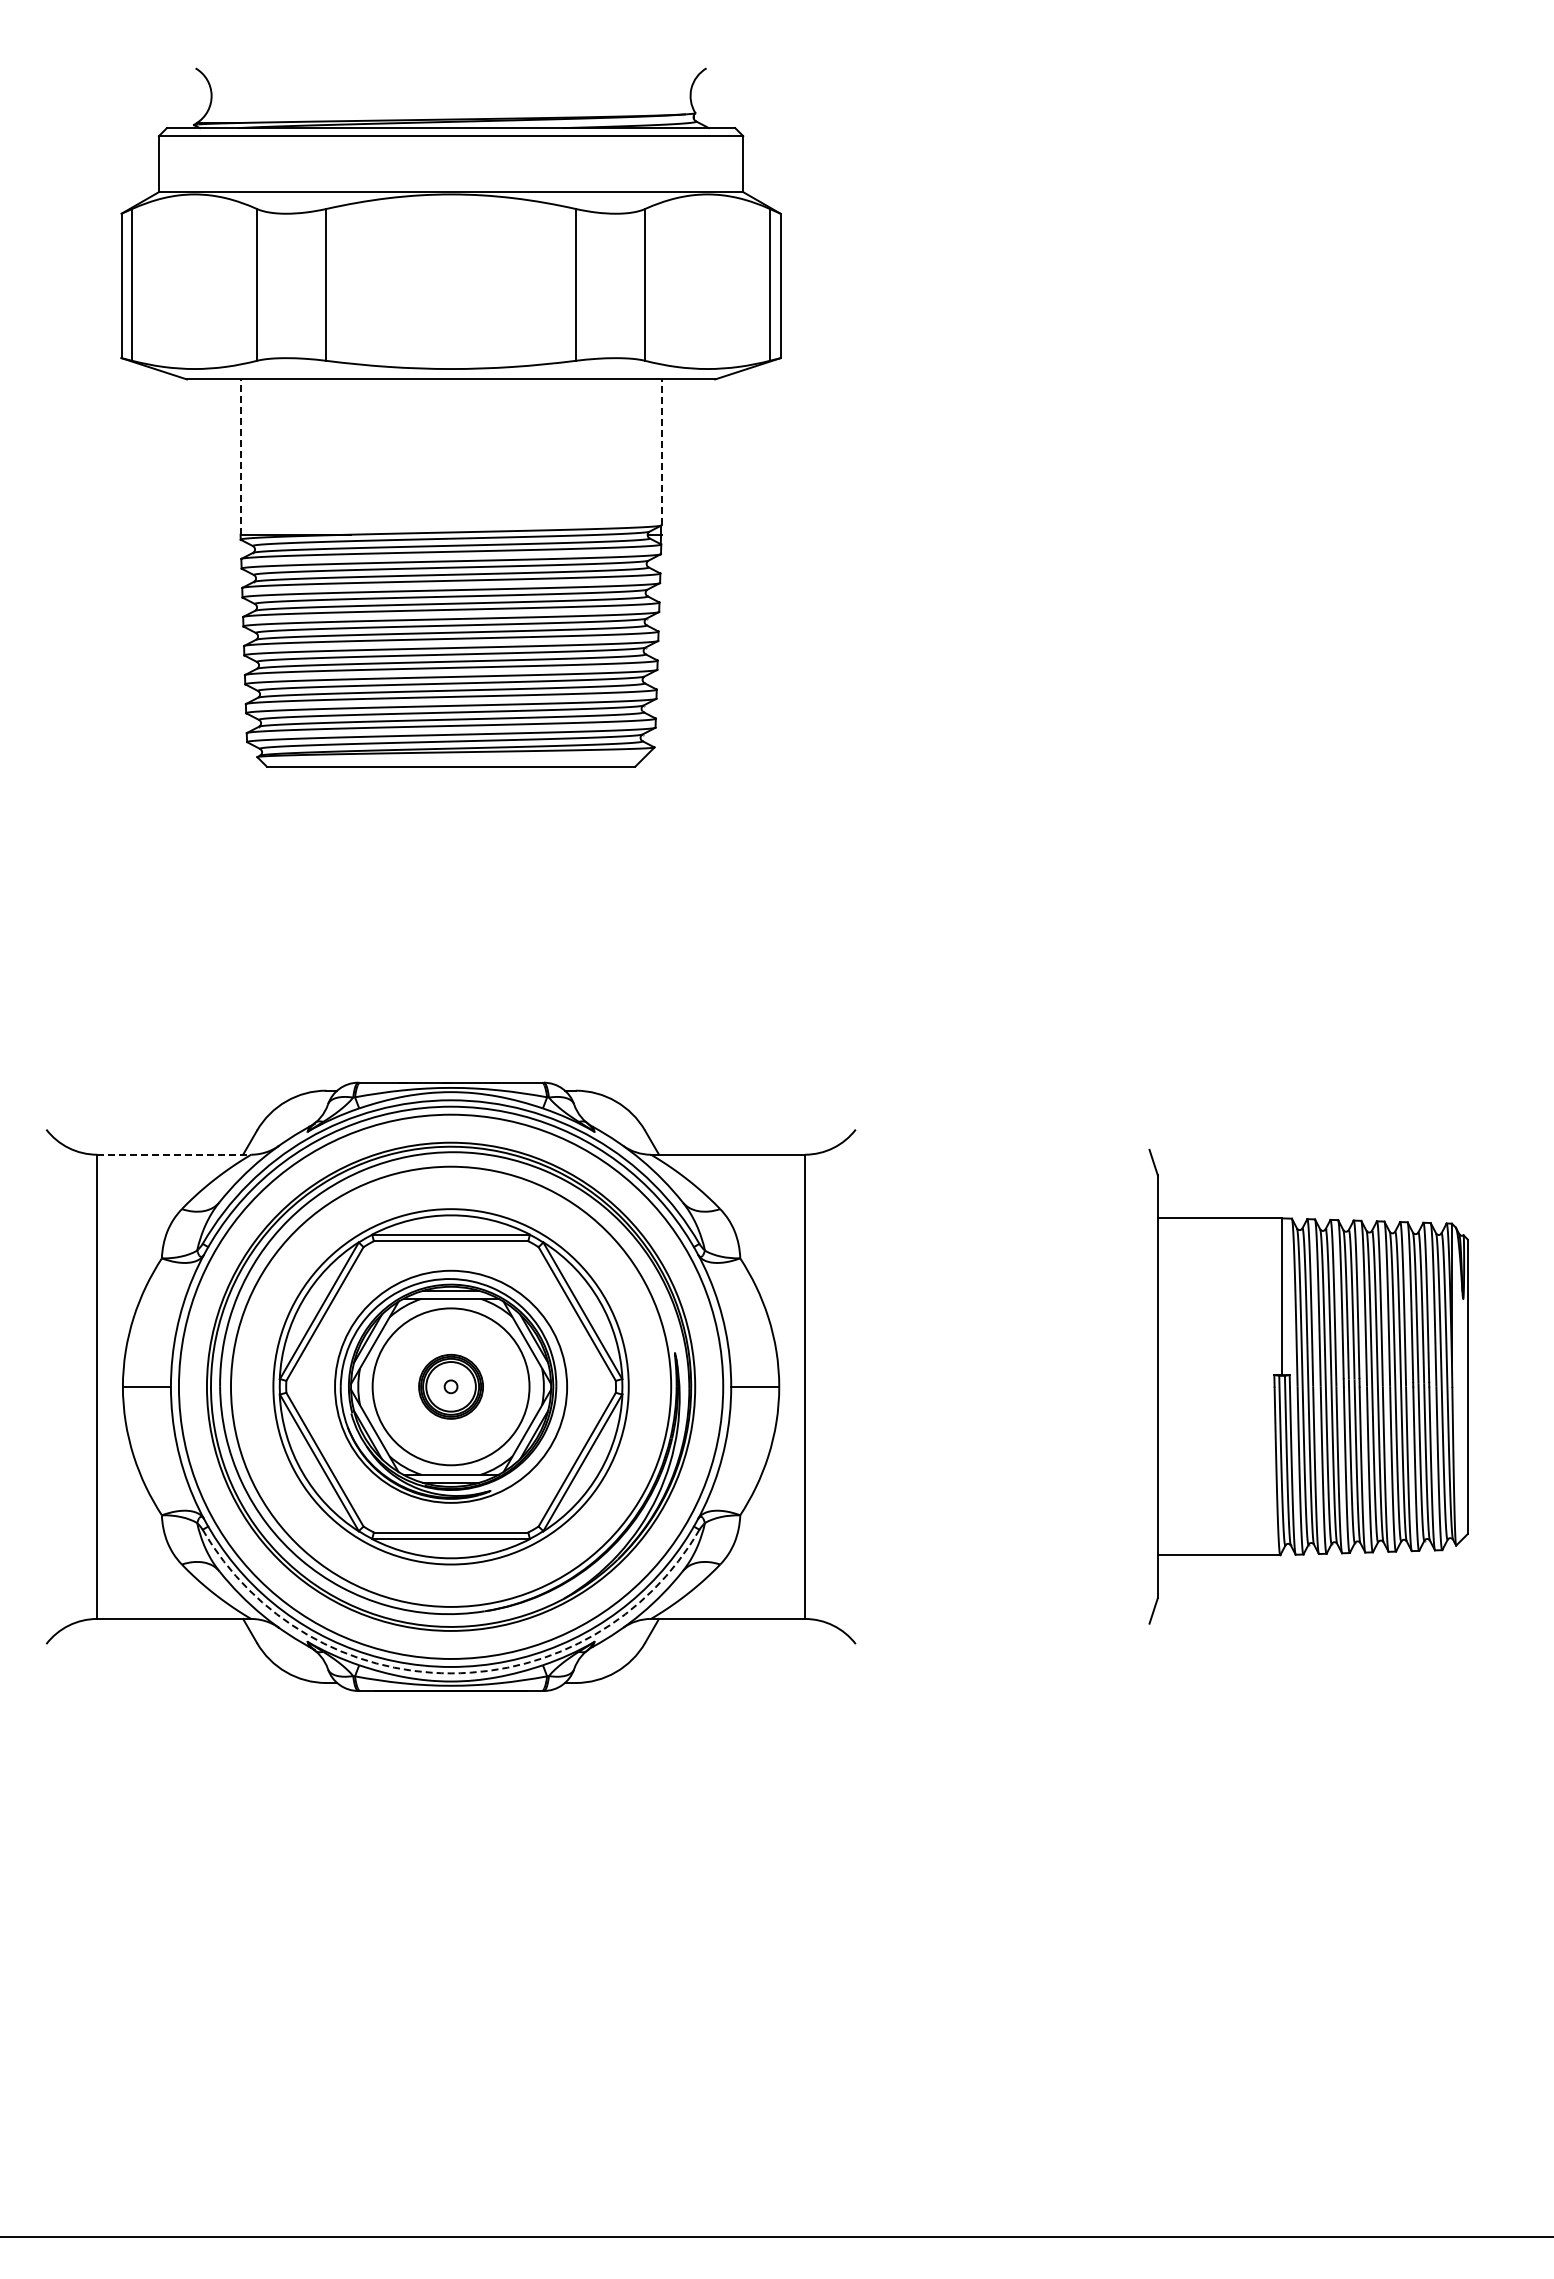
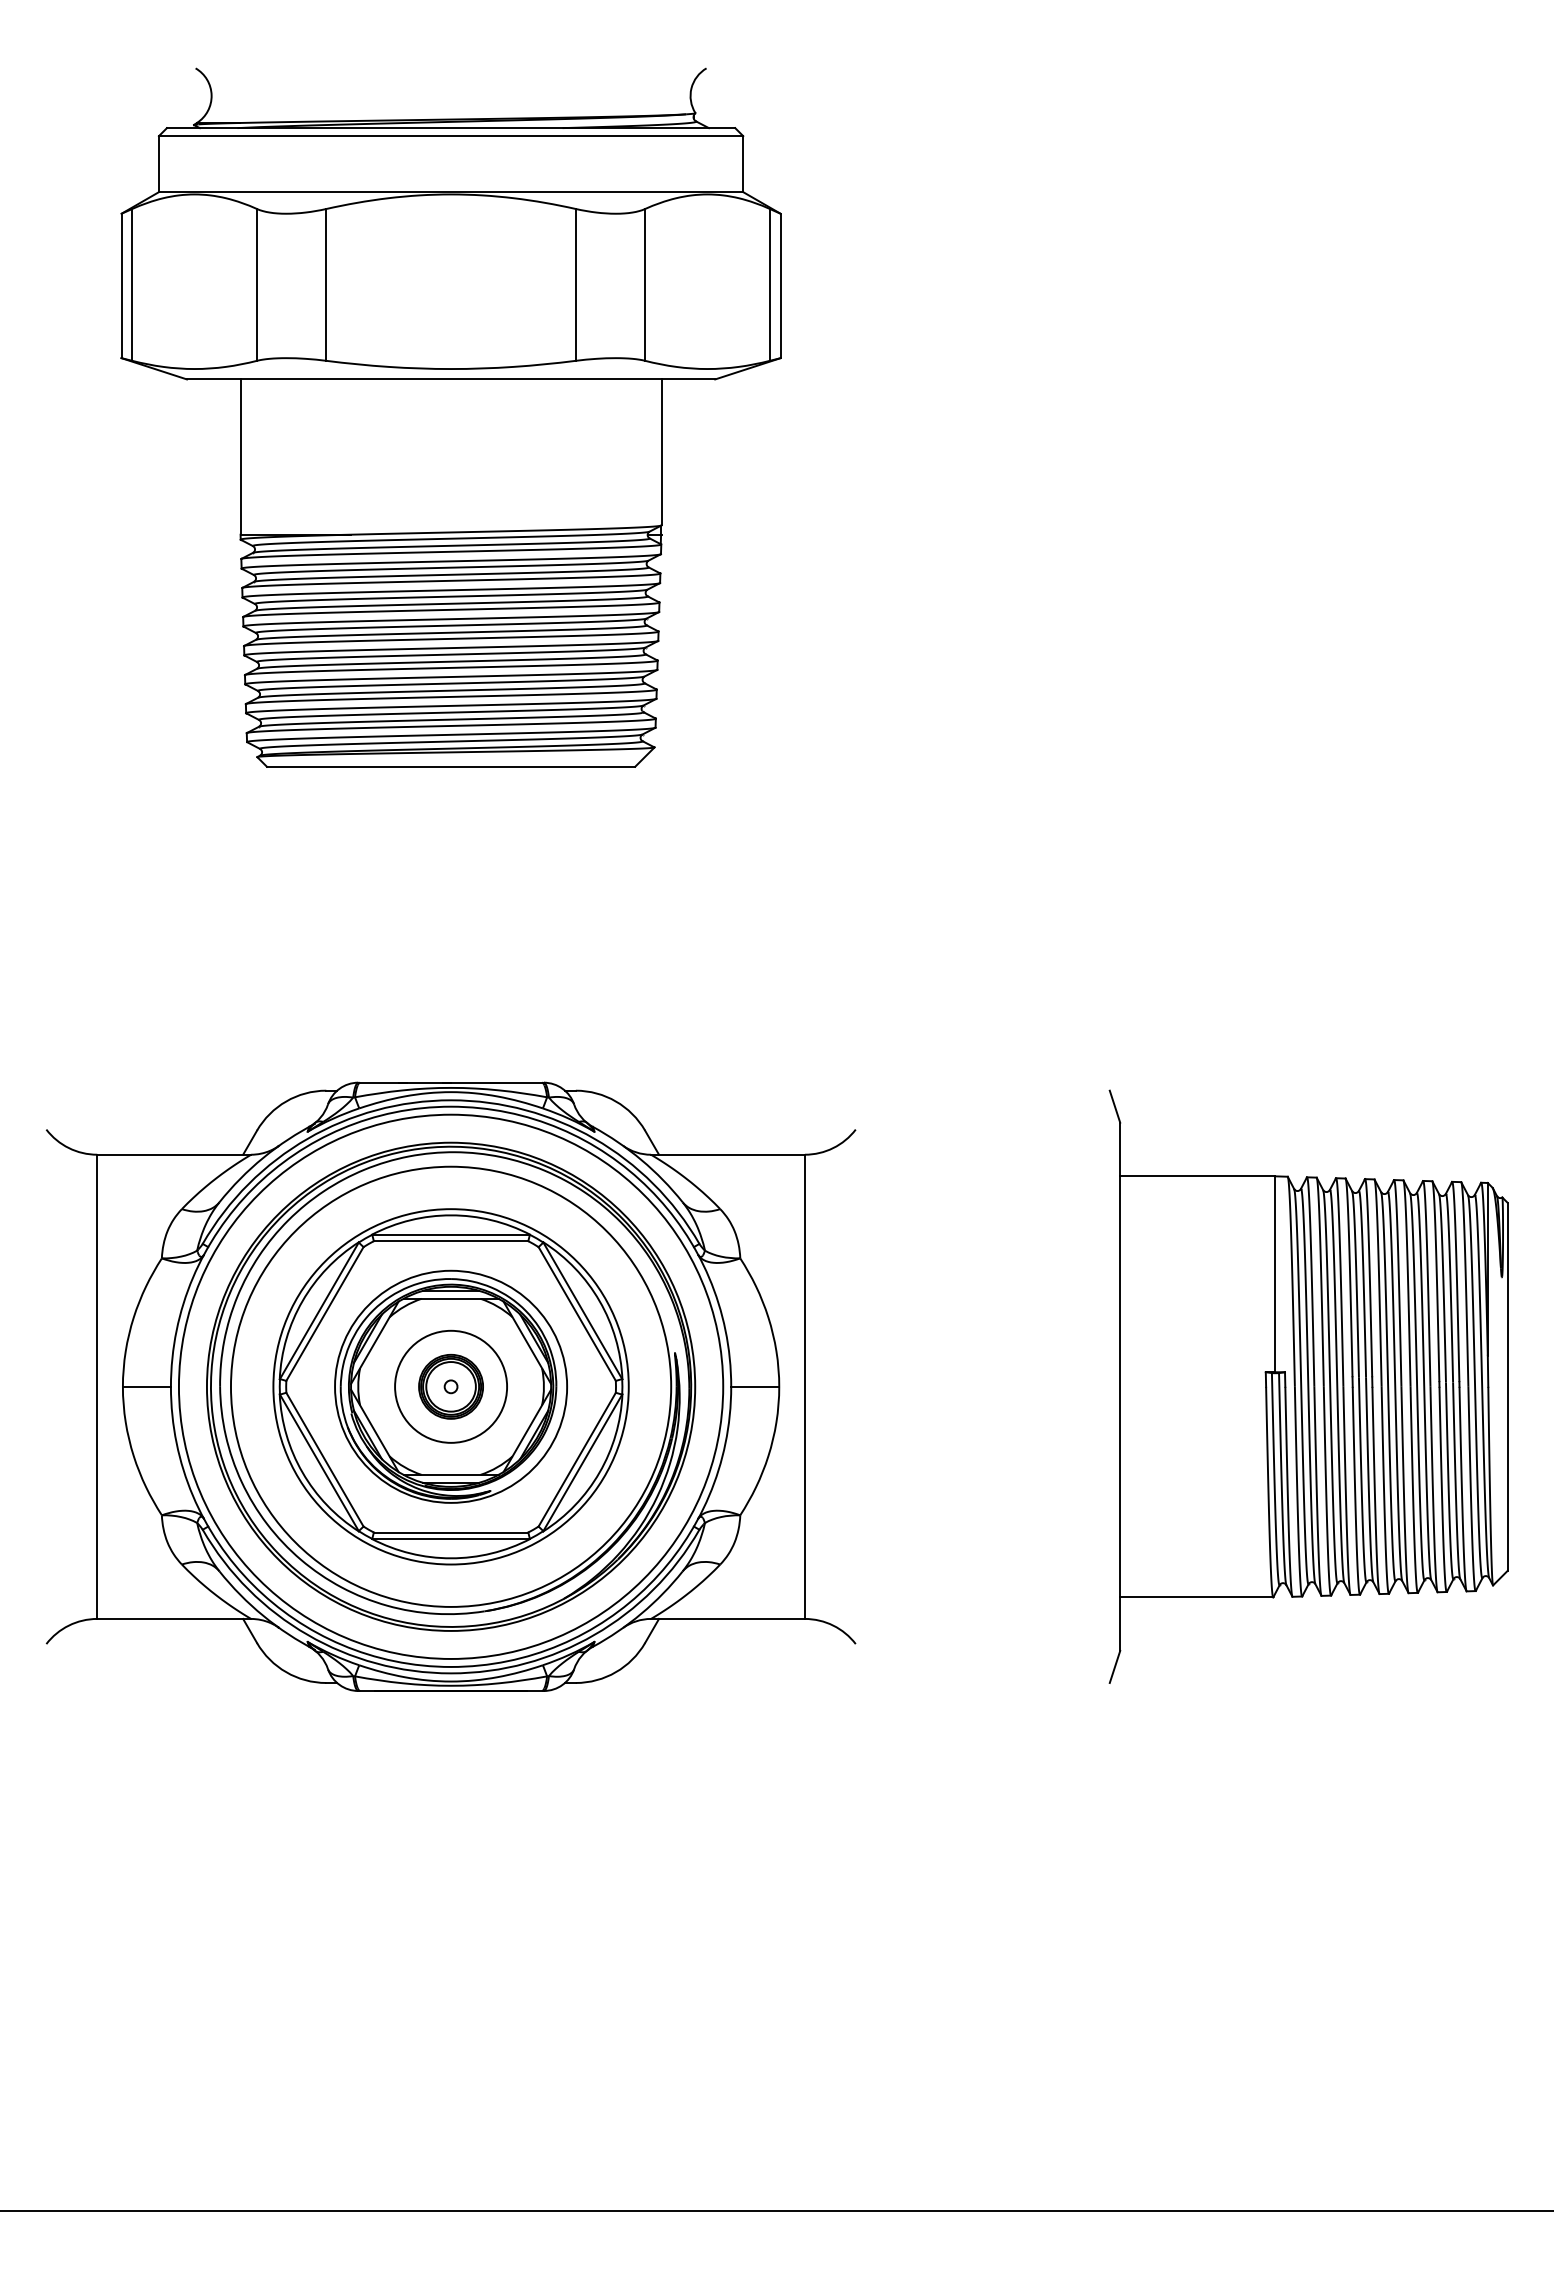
line at (661, 452): dashed -> solid
line at (240, 457): dashed -> solid
line at (174, 1154): dashed -> solid
circle at (450, 1386) diameter: 157 px -> 112 px
part at (1308, 1386) size: 321x477 px -> 401x595 px
arc at (451, 1673): dashed -> solid
line at (776, 2236) position: (776, 2236) -> (776, 2210)
